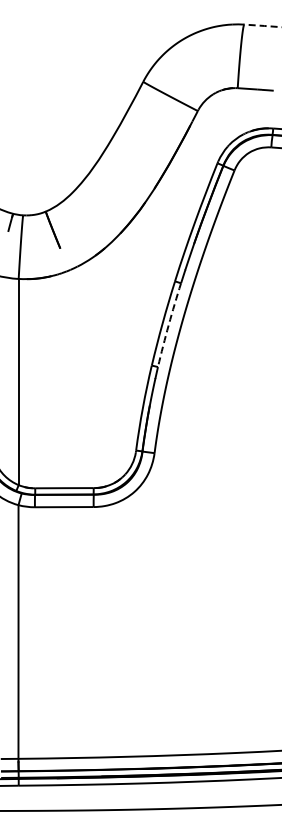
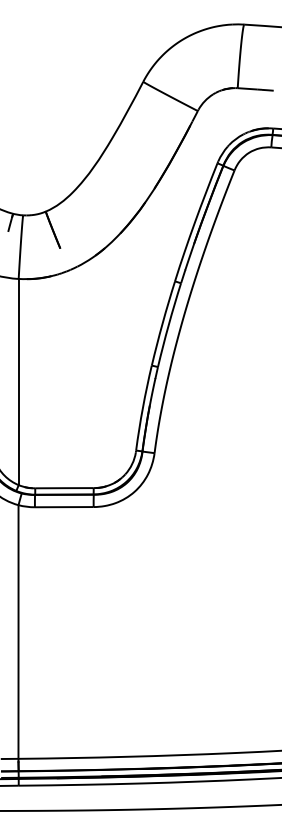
arc at (262, 25): dashed -> solid
arc at (168, 324): dashed -> solid
